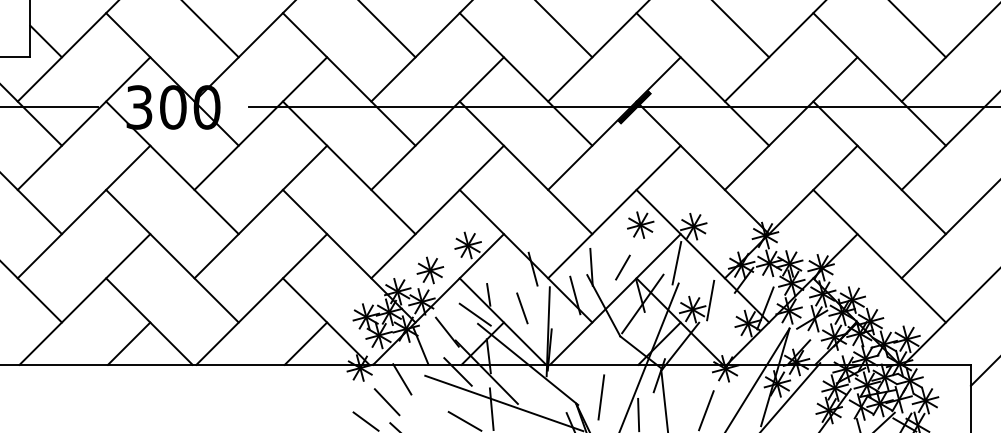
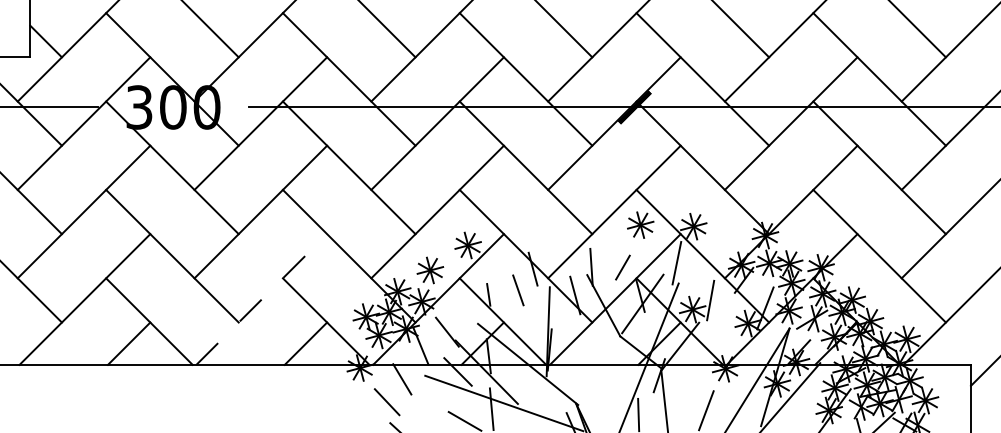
line at (262, 299): solid -> dashed
line at (522, 308) position: (522, 308) -> (518, 290)
line at (474, 314): present -> none
line at (601, 397): present -> none
line at (364, 420): present -> none
